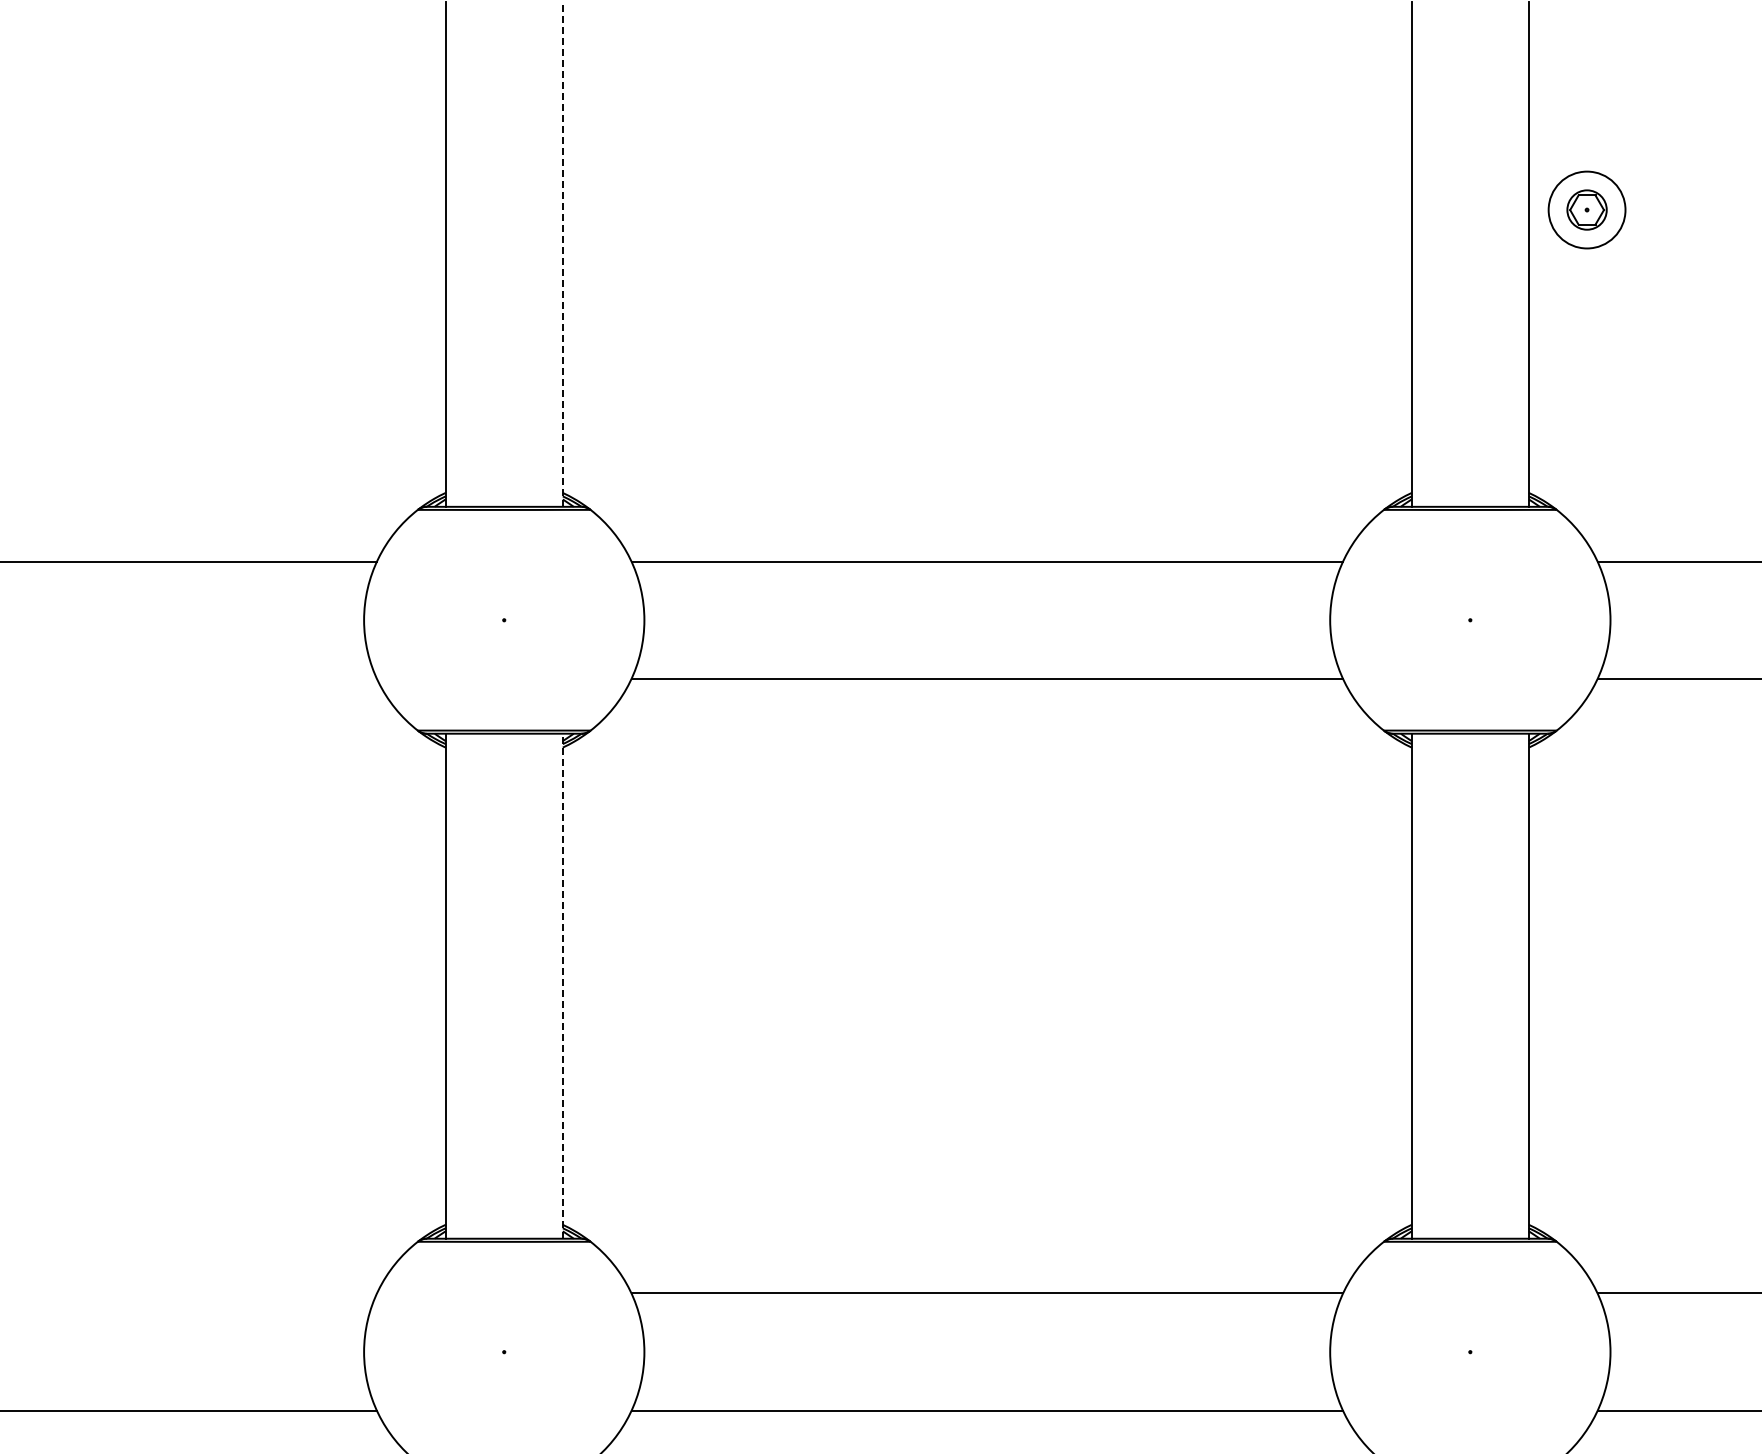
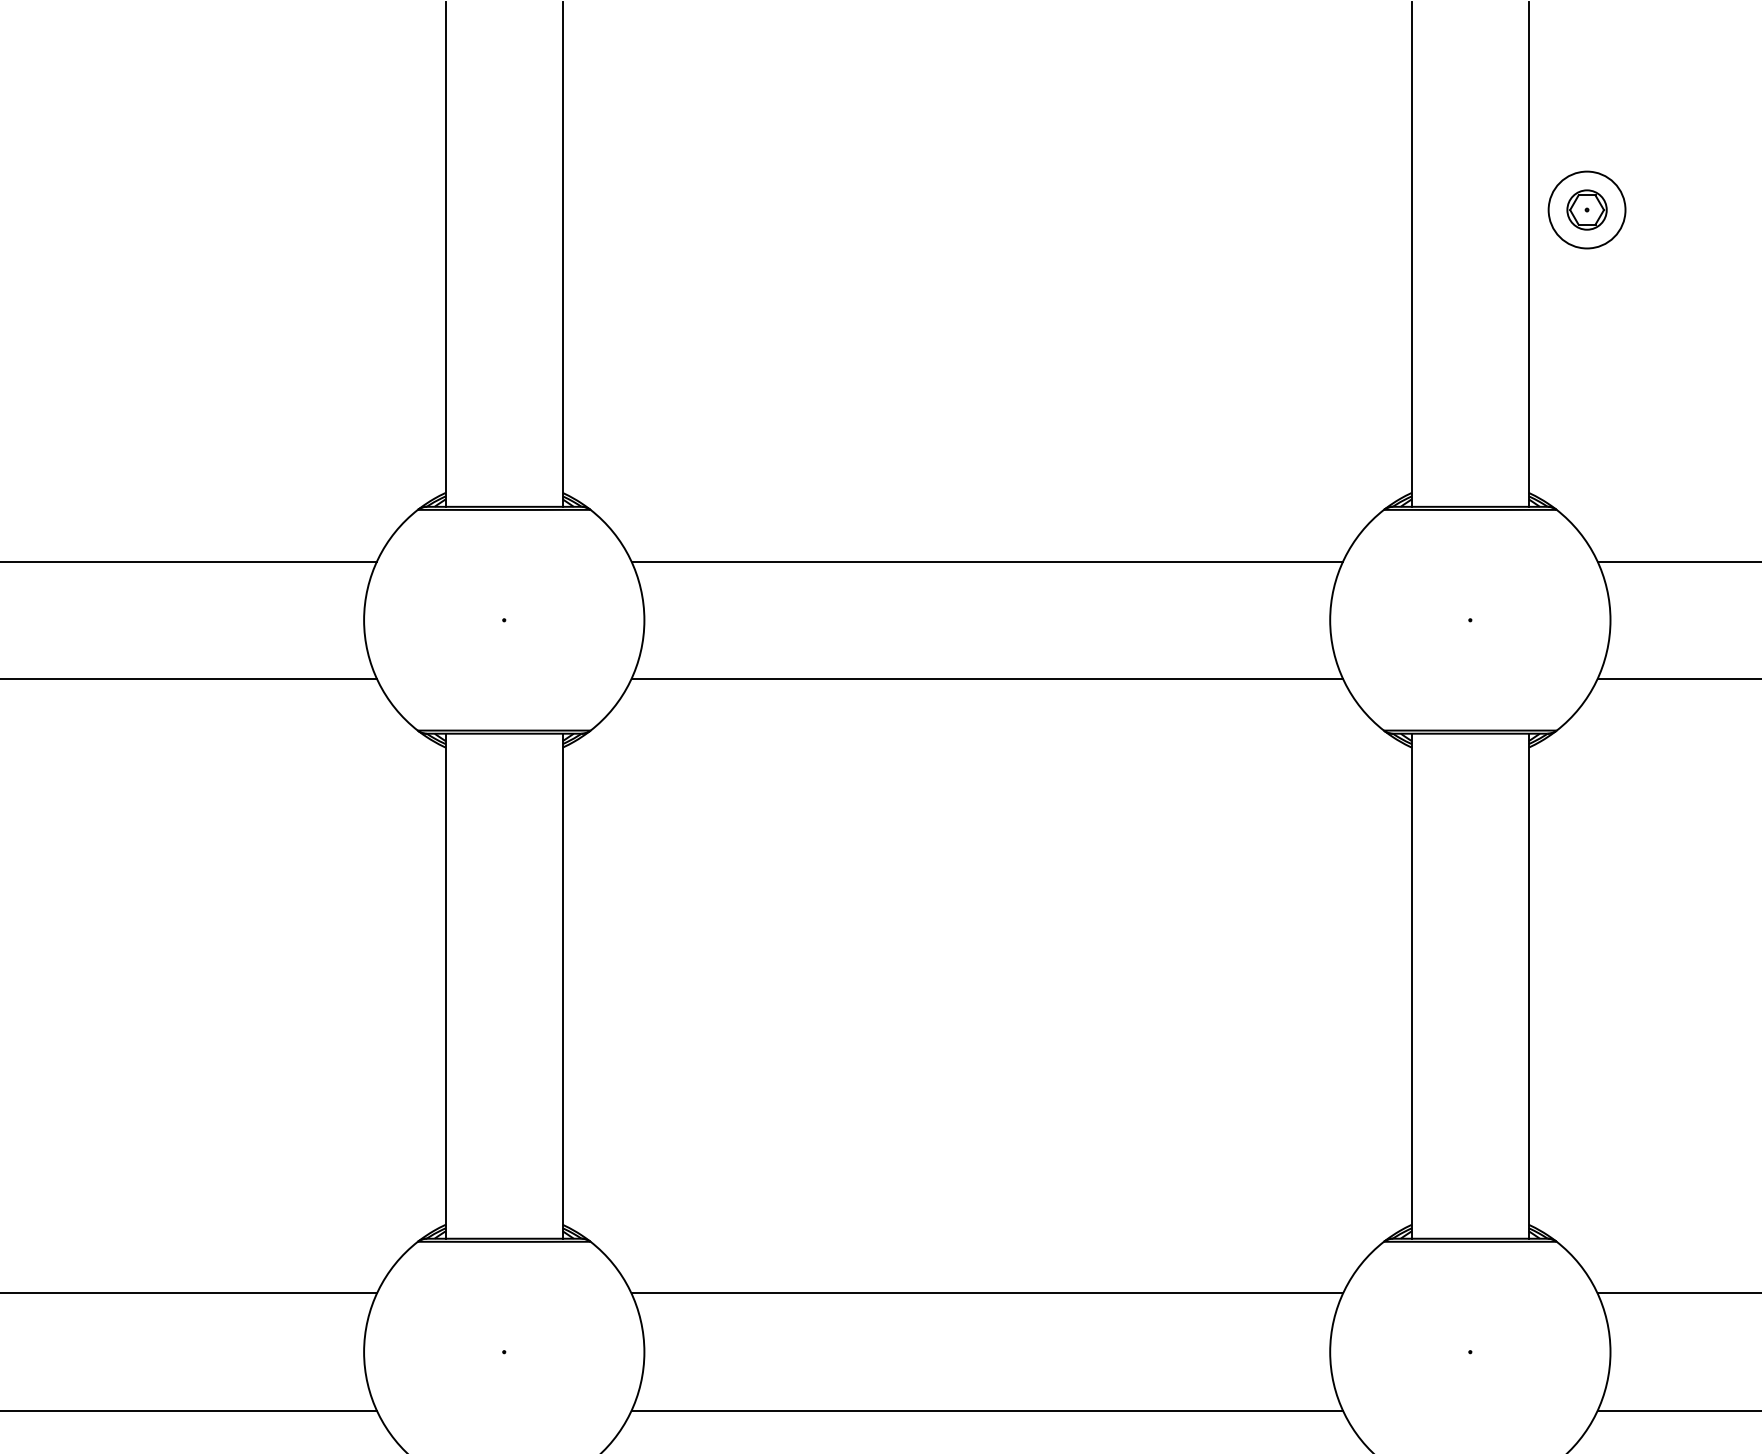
line at (562, 254): dashed -> solid
line at (189, 678): none -> present
line at (562, 986): dashed -> solid
line at (189, 1293): none -> present
